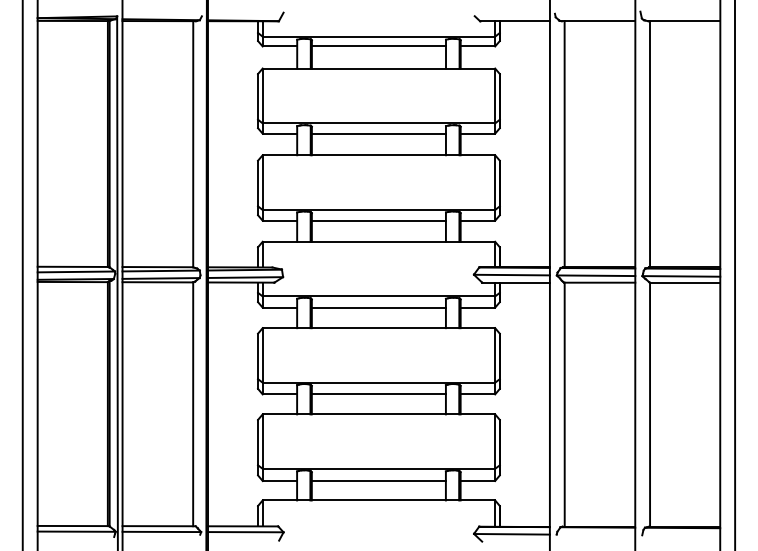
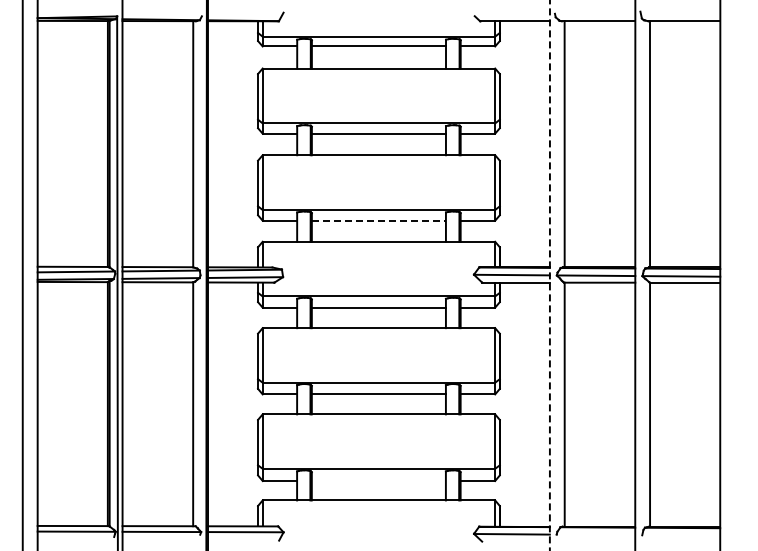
line at (379, 220): solid -> dashed
line at (734, 274): present -> none
line at (549, 275): solid -> dashed
line at (378, 480): present -> none
